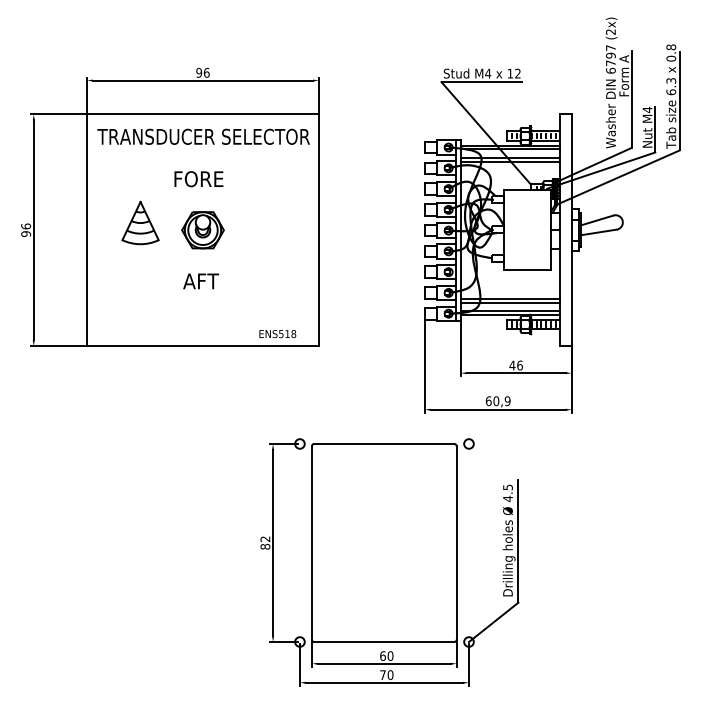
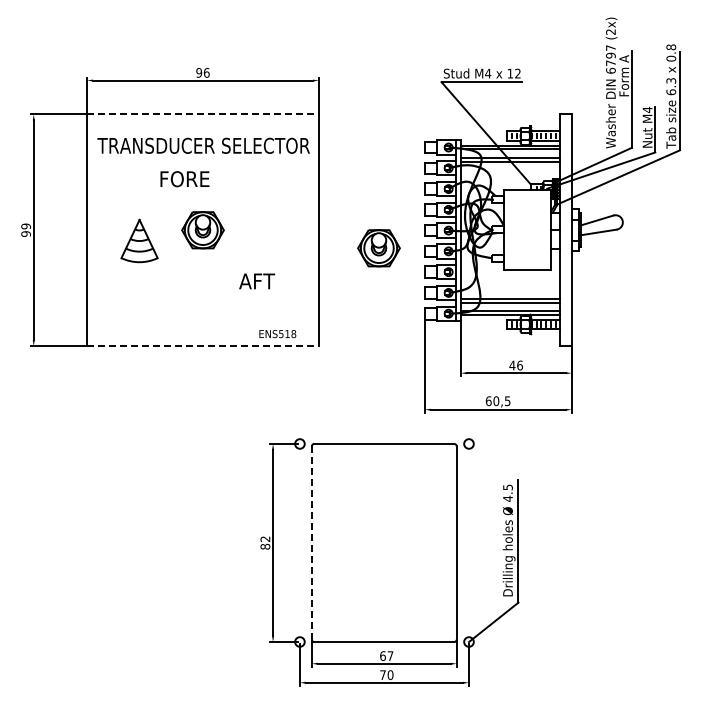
line at (203, 114): solid -> dashed
text at (203, 136) position: (203, 136) -> (203, 145)
text at (198, 179) position: (198, 179) -> (184, 179)
part at (140, 222) position: (140, 222) -> (139, 240)
text at (26, 226): 96 -> 99
part at (378, 248): none -> present
text at (201, 281) position: (201, 281) -> (257, 281)
line at (203, 346): solid -> dashed
text at (507, 400): 60,9 -> 60,5
line at (311, 543): solid -> dashed
text at (390, 655): 60 -> 67
